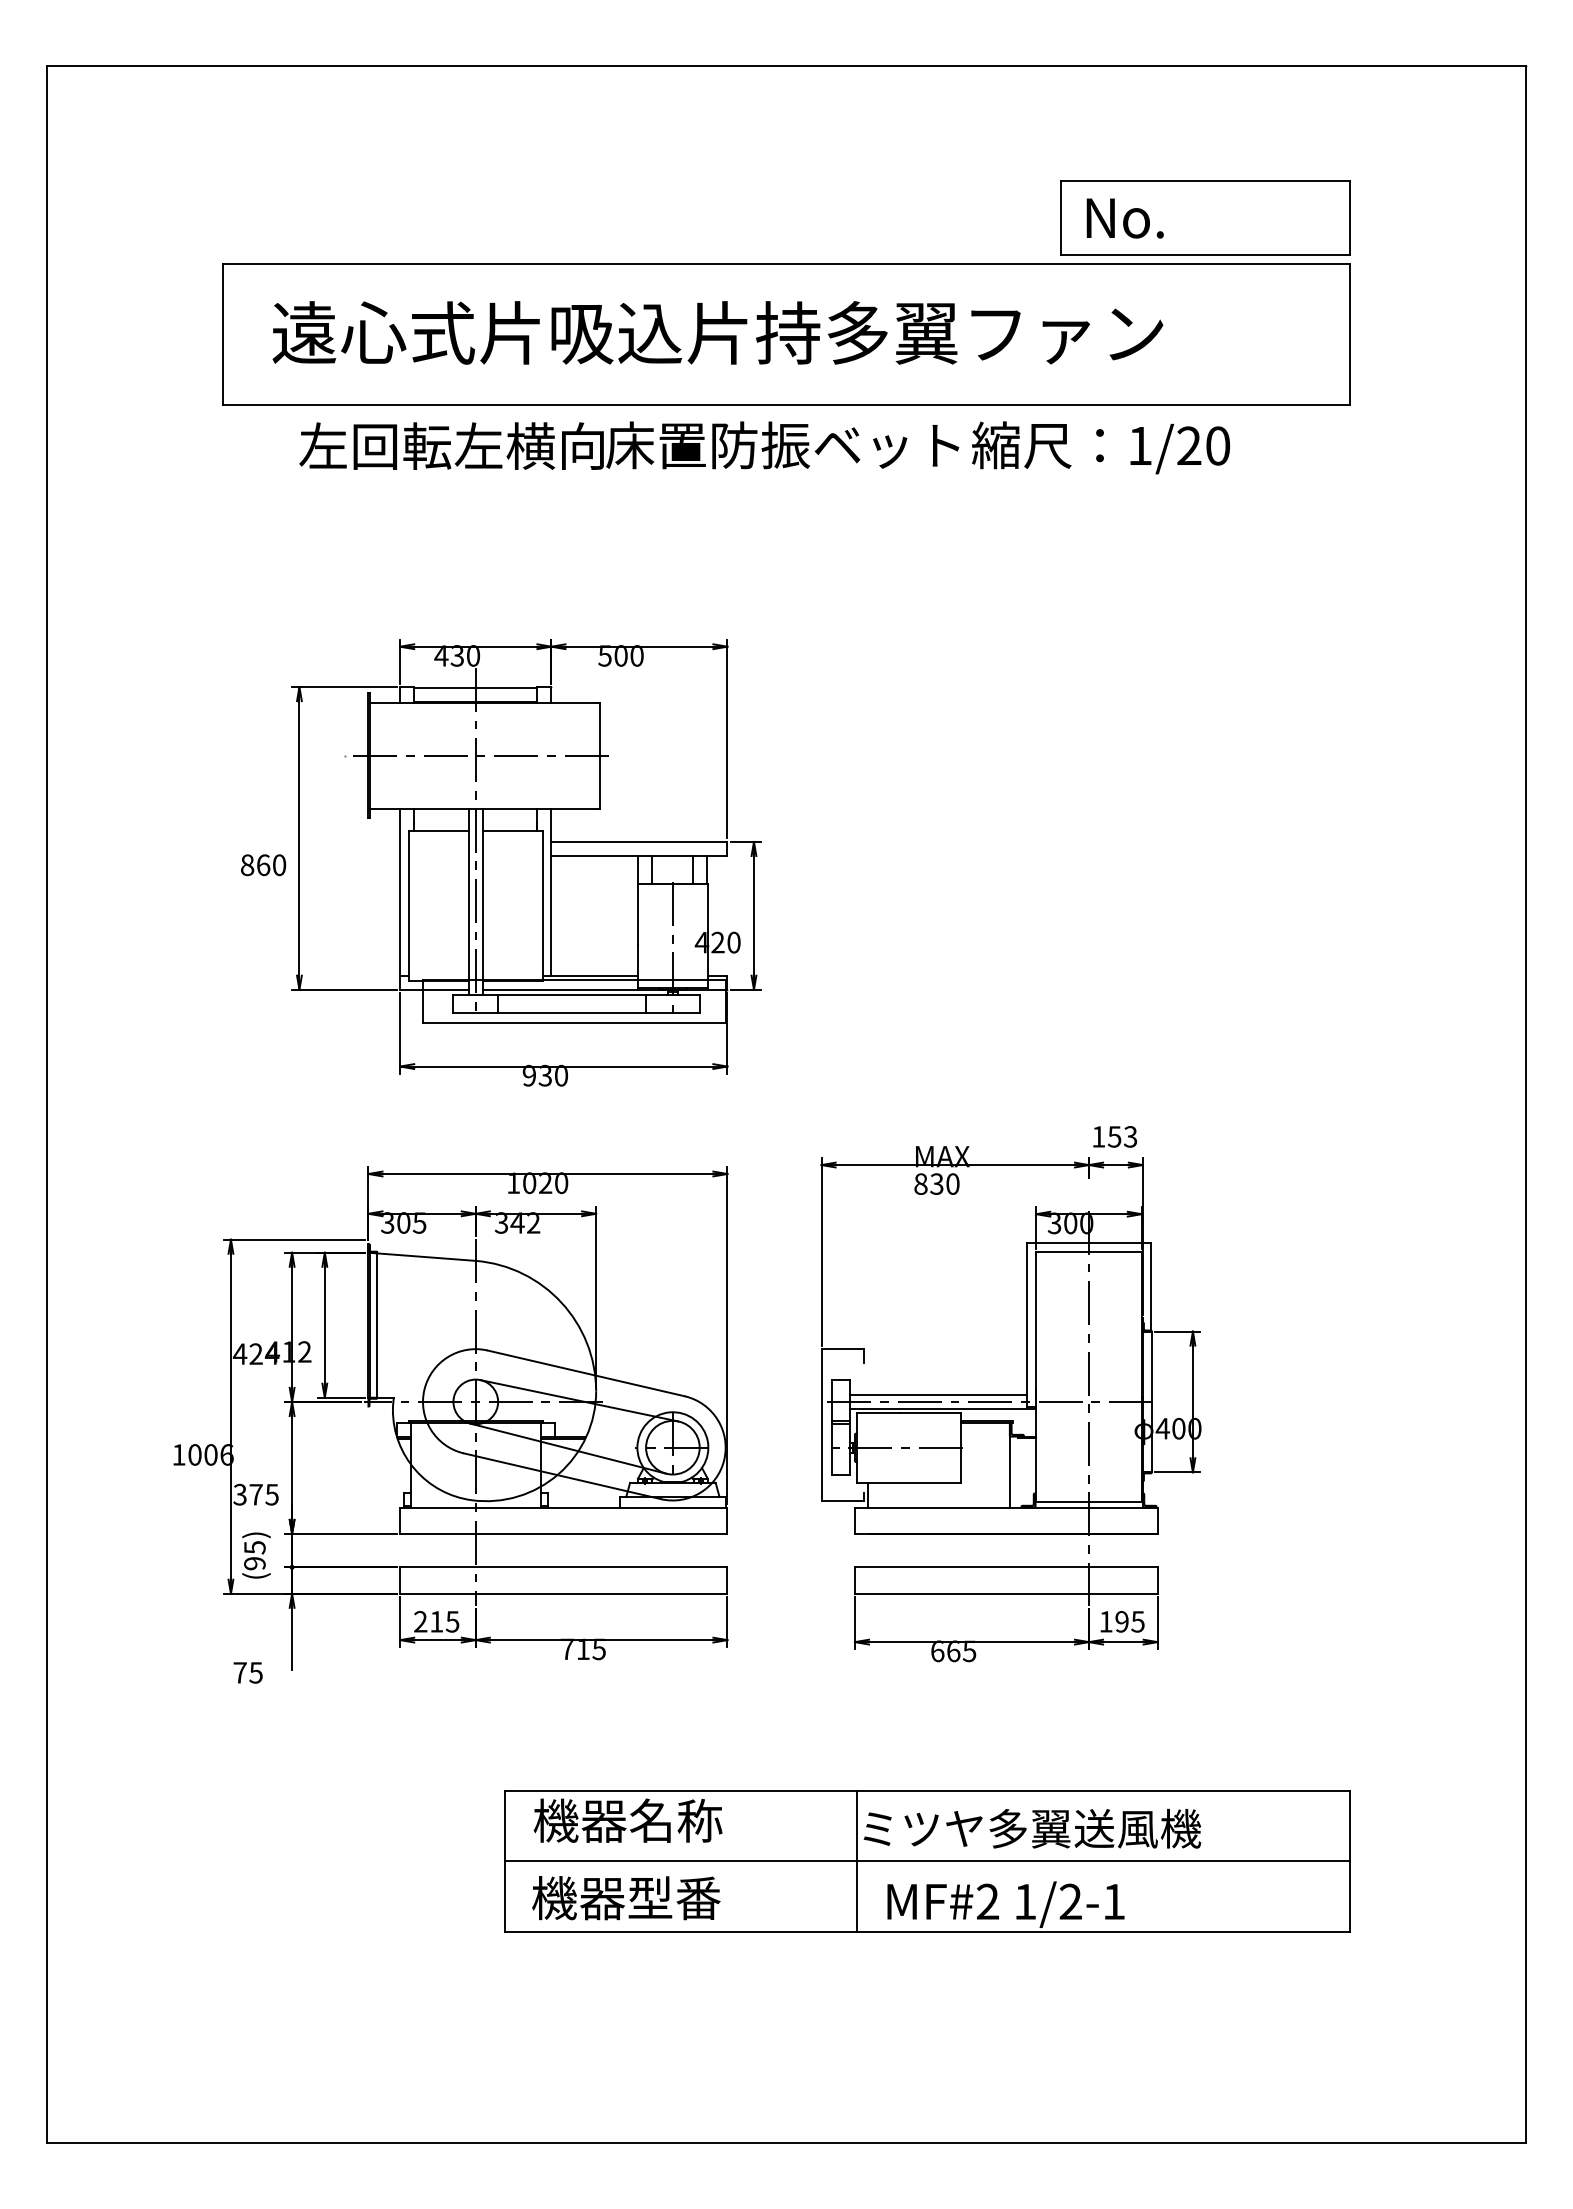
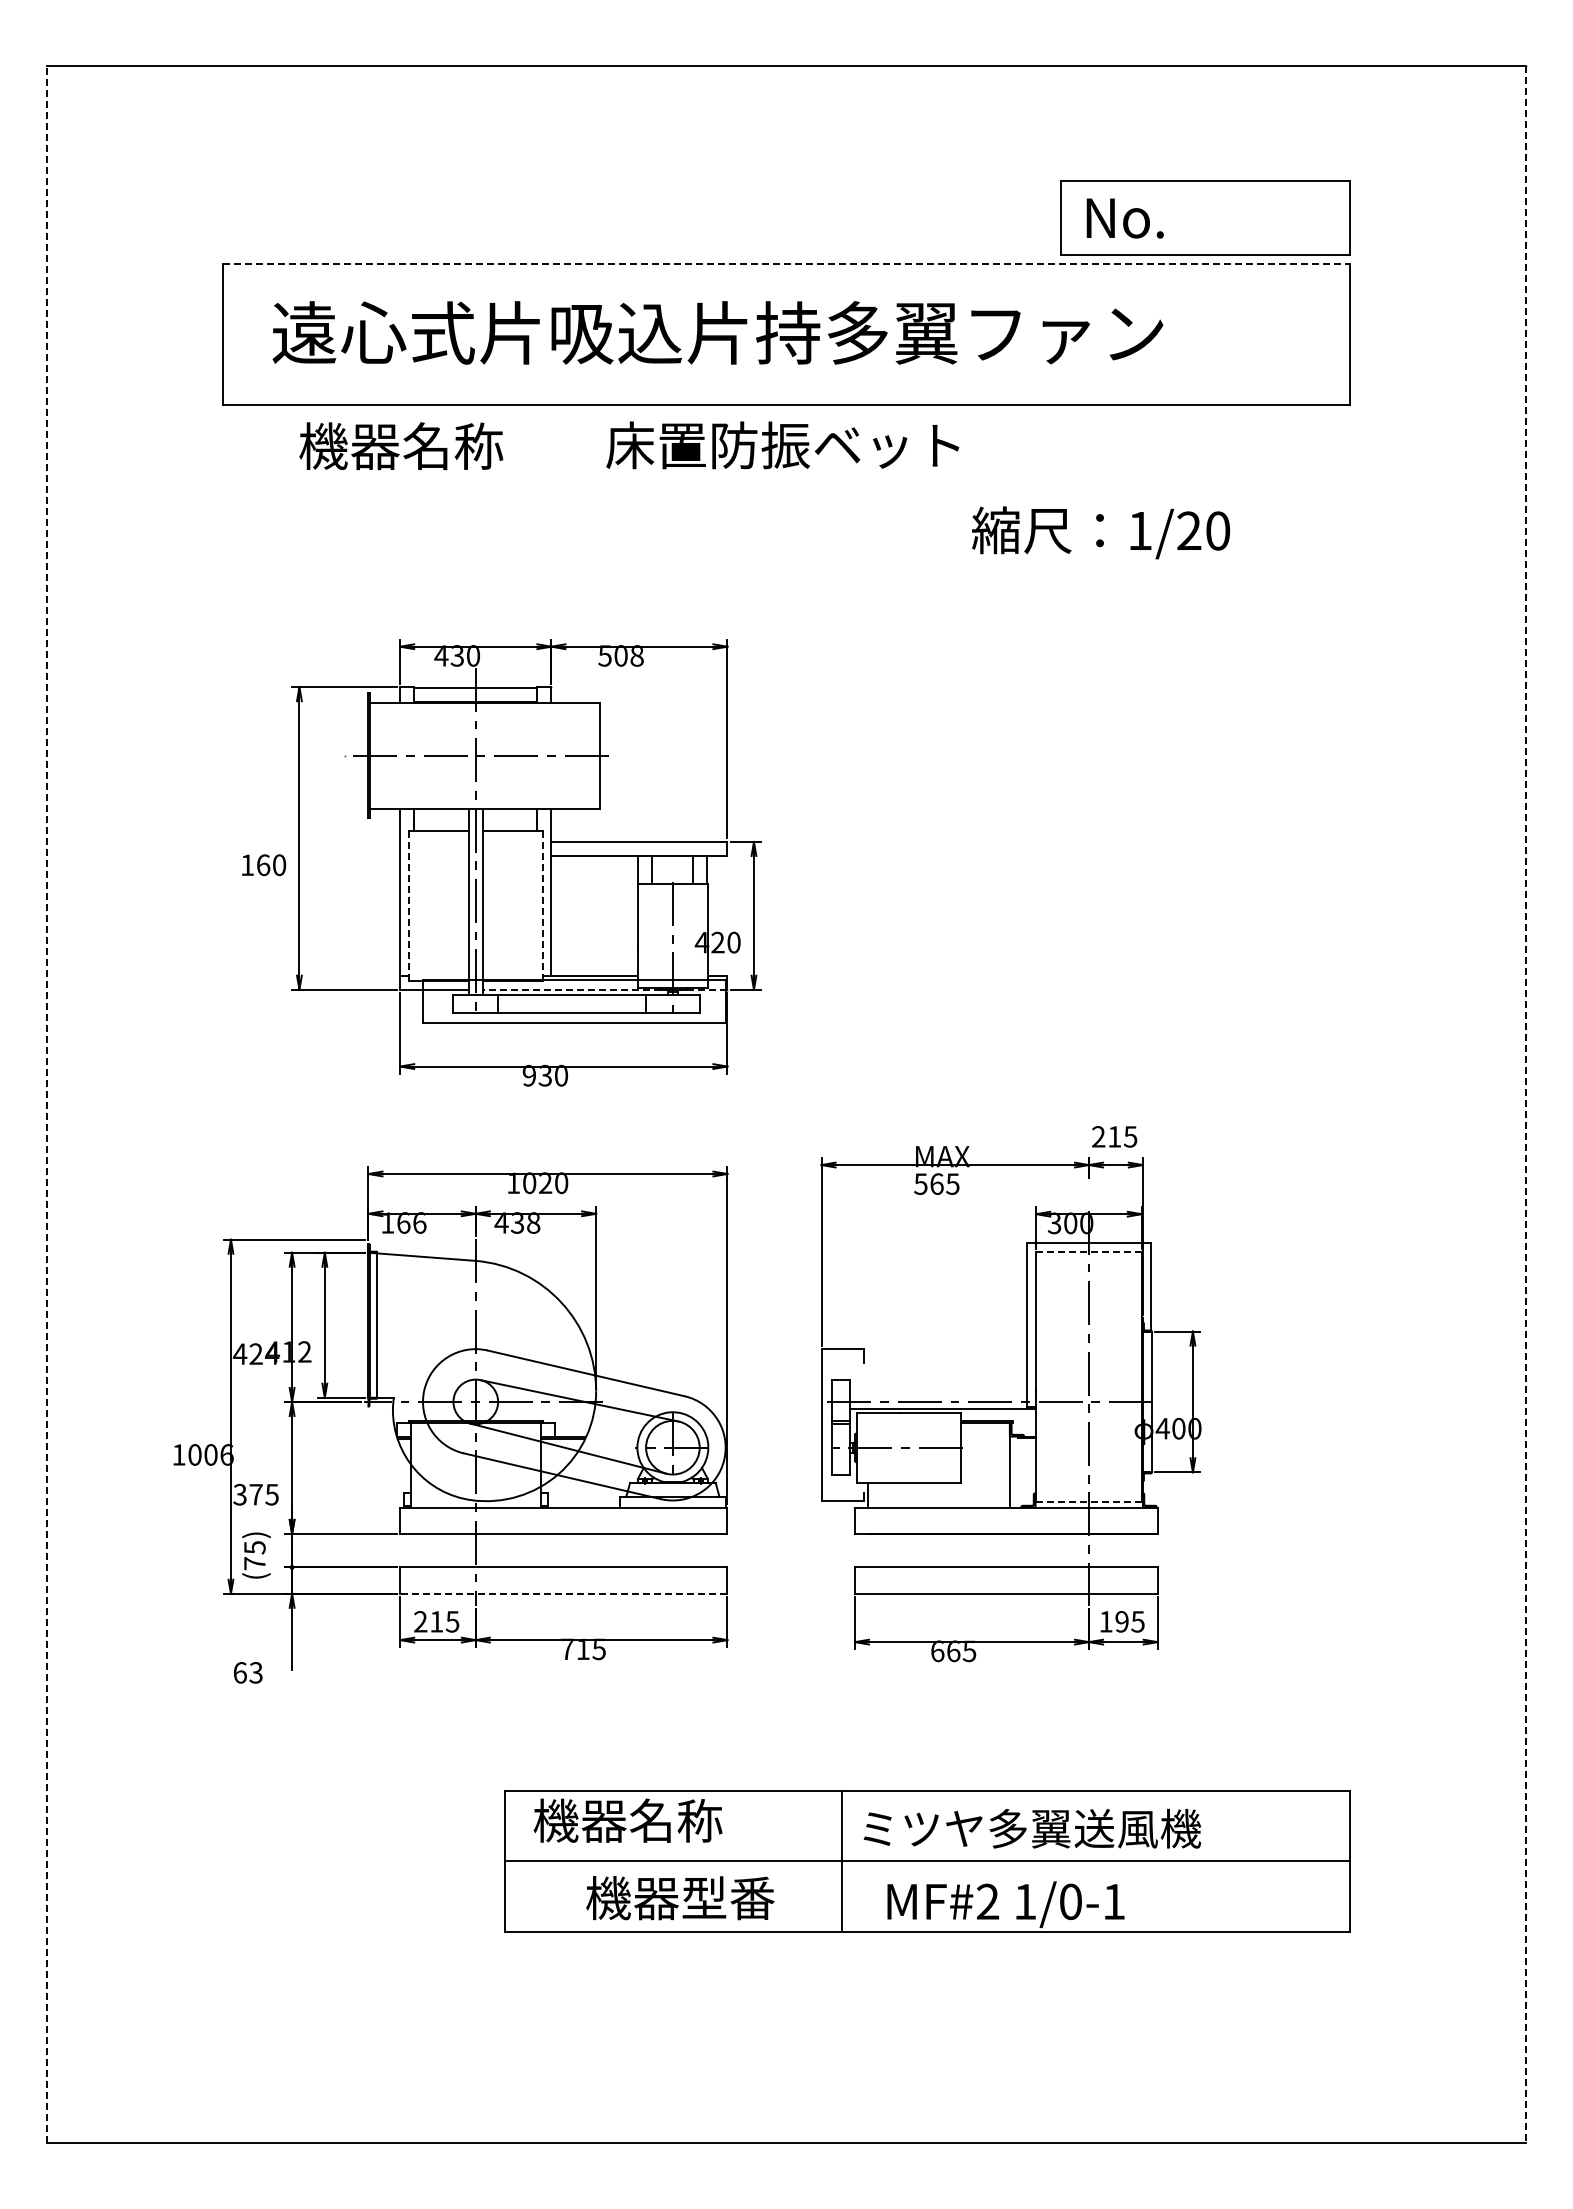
line at (786, 263): solid -> dashed
text at (451, 446): 左回転左横向 -> 機器名称
text at (1100, 447) position: (1100, 447) -> (1100, 532)
text at (636, 655): 500 -> 508
text at (247, 865): 860 -> 160
line at (408, 906): solid -> dashed
line at (542, 906): solid -> dashed
line at (604, 989): solid -> dashed
line at (47, 1104): solid -> dashed
line at (1525, 1104): solid -> dashed
text at (1114, 1136): 153 -> 215
text at (936, 1183): 830 -> 565
text at (403, 1222): 305 -> 166
text at (517, 1222): 342 -> 438
line at (1089, 1252): solid -> dashed
line at (937, 1394): present -> none
line at (1089, 1501): solid -> dashed
text at (254, 1563): (95) -> (75)
line at (563, 1593): solid -> dashed
text at (247, 1672): 75 -> 63
line at (856, 1860) position: (856, 1860) -> (841, 1860)
text at (626, 1898) position: (626, 1898) -> (680, 1898)
text at (1070, 1901): 1/2-1 -> 1/0-1
